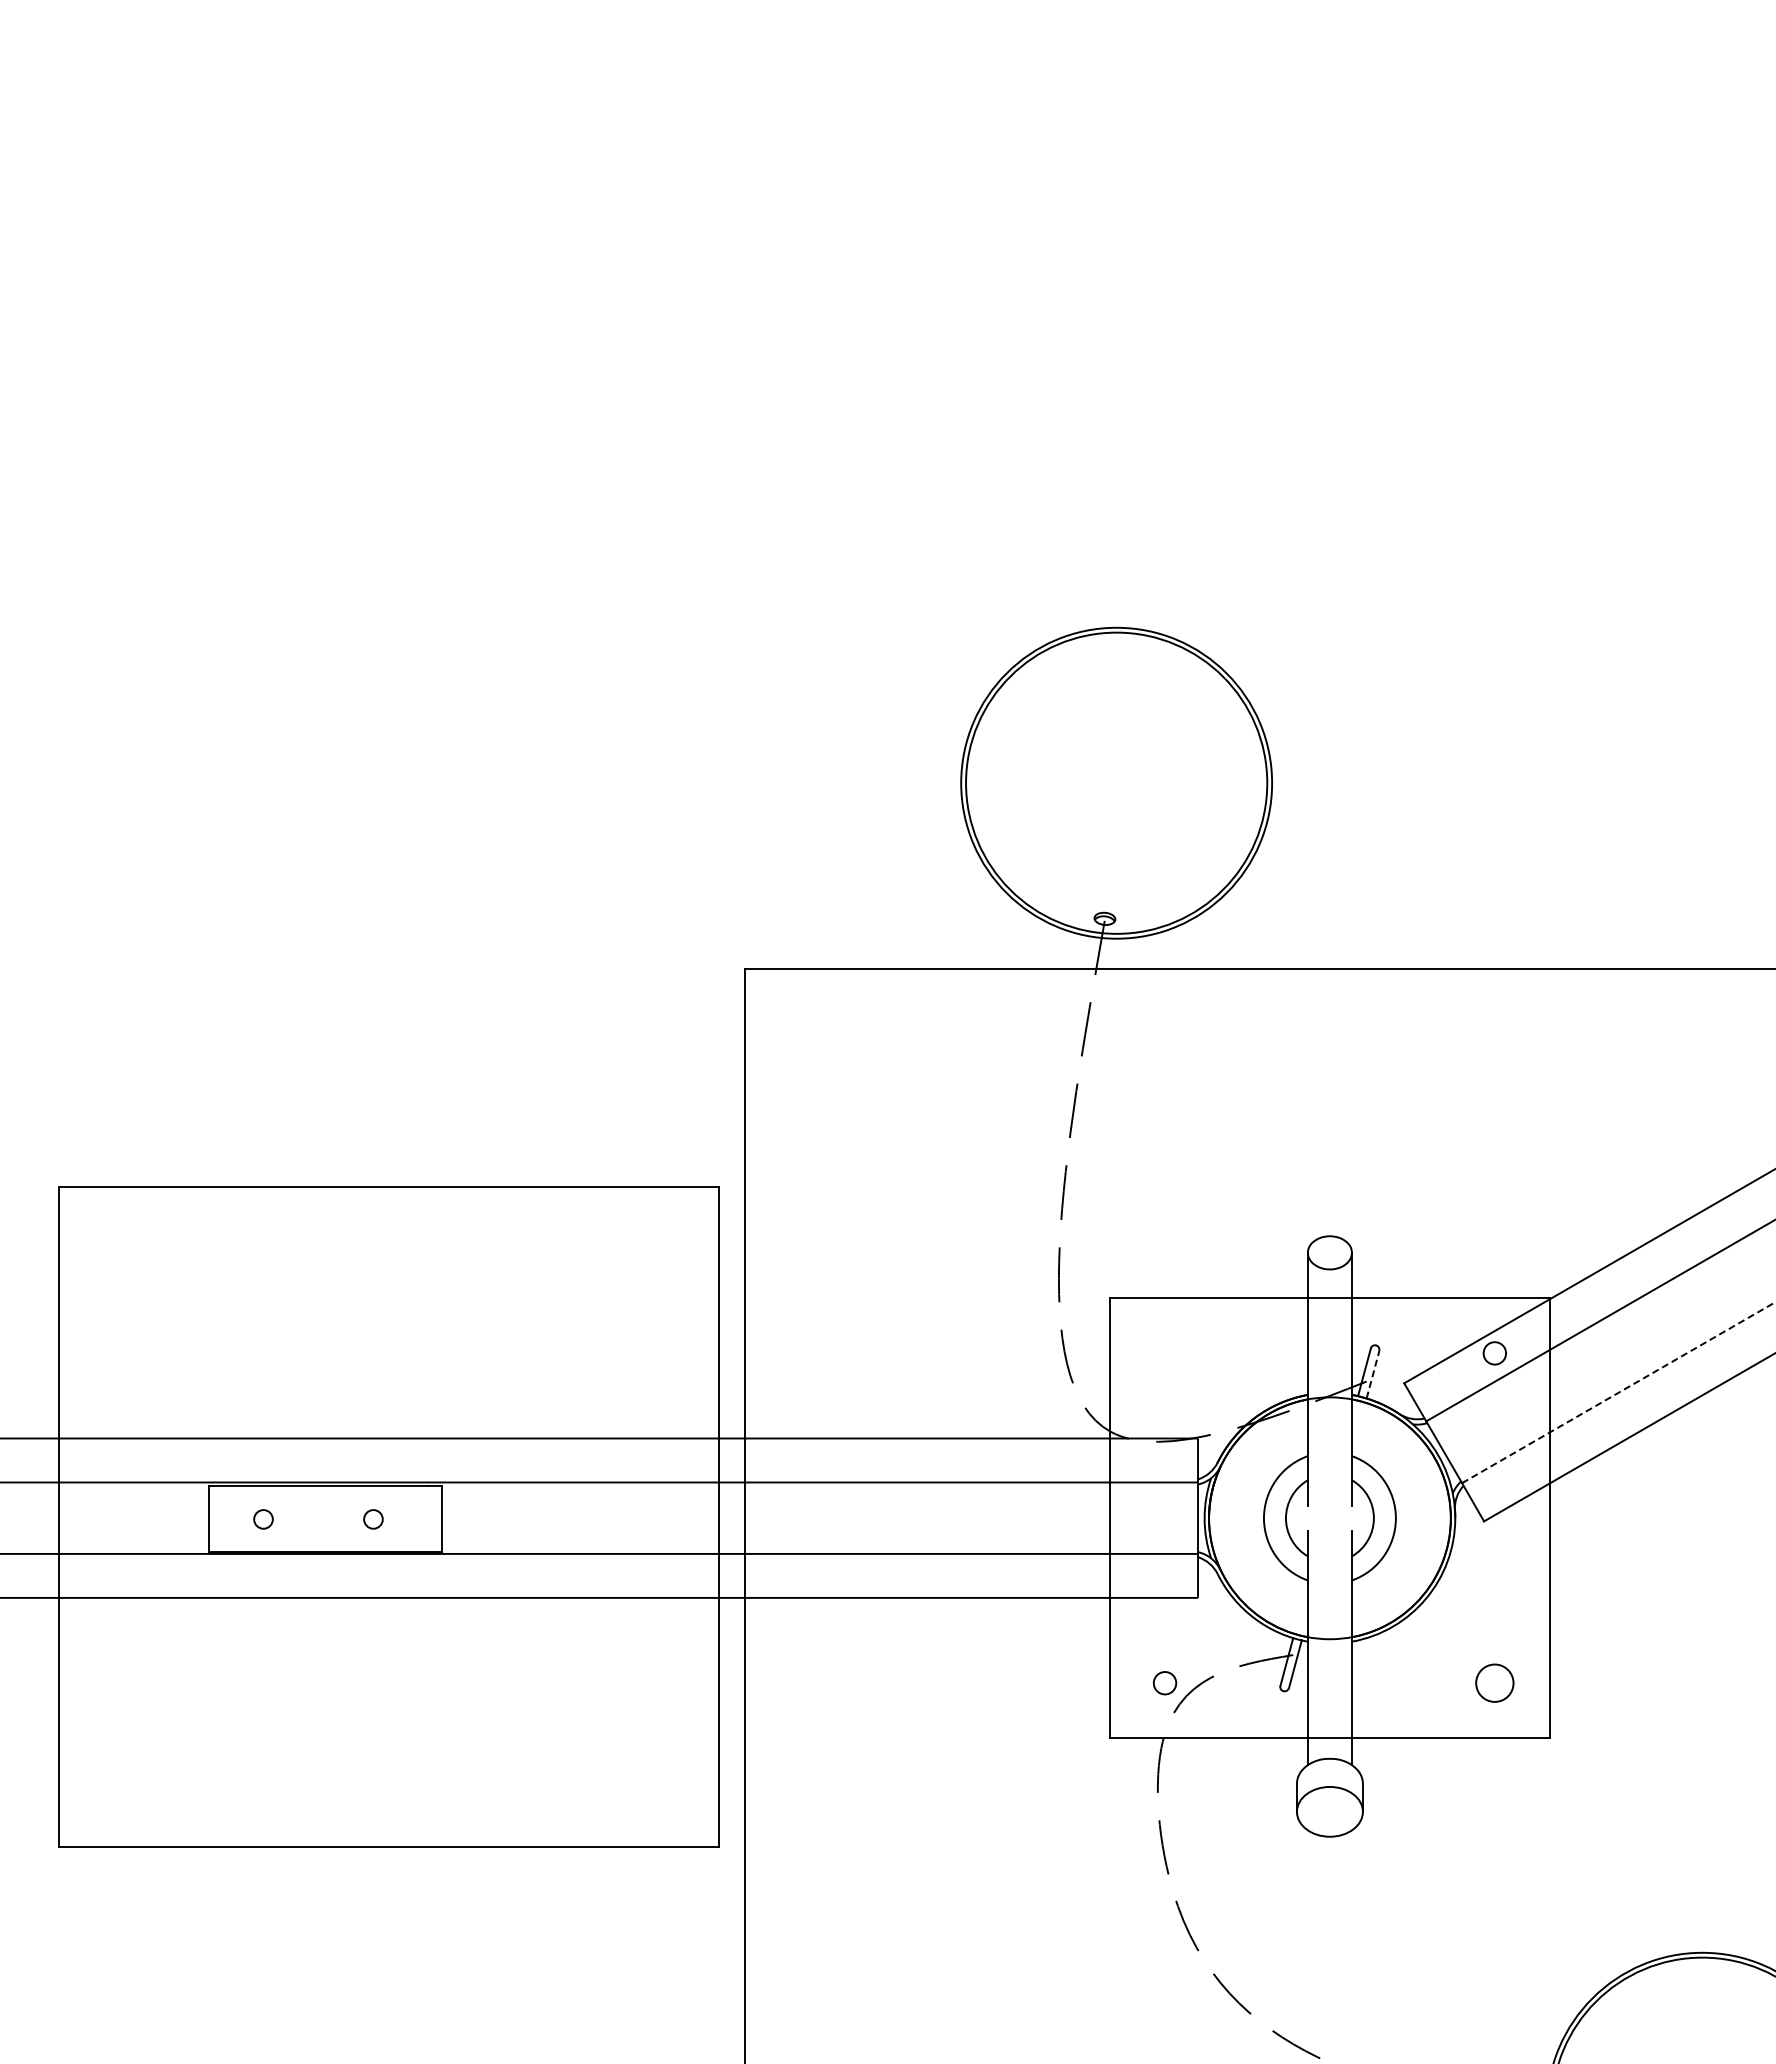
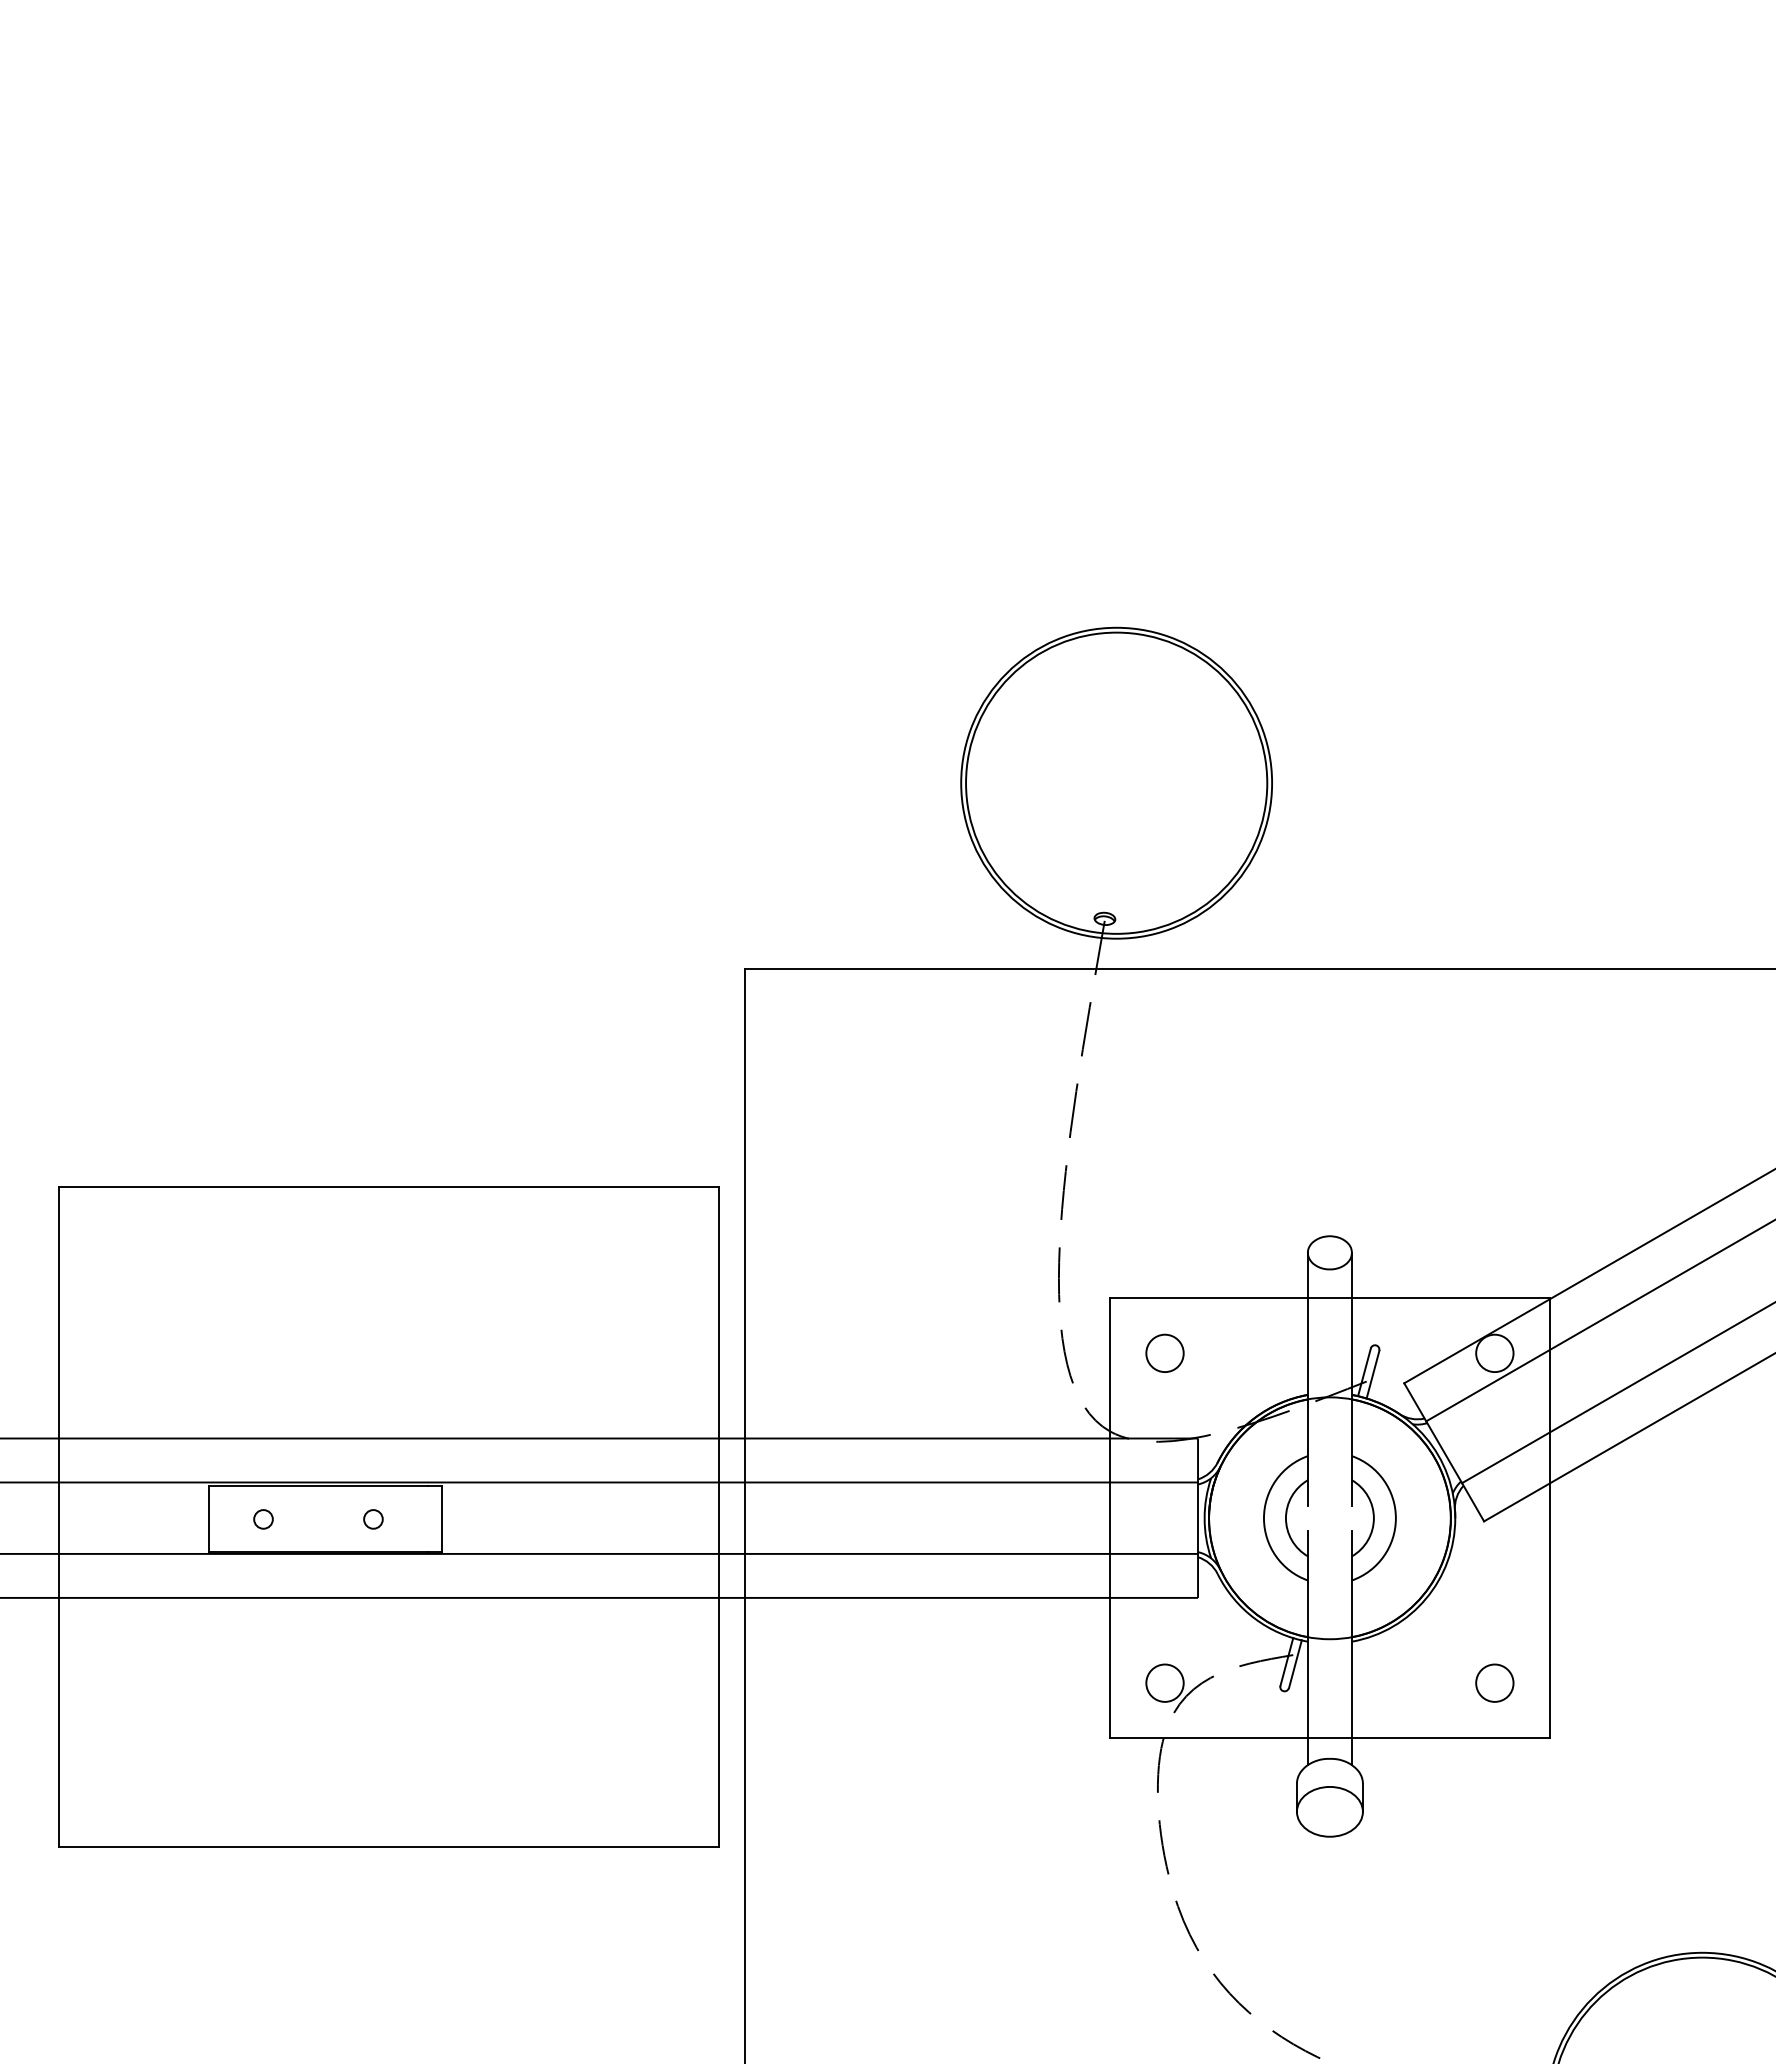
circle at (1164, 1352): none -> present
circle at (1494, 1353) diameter: 22 px -> 37 px
line at (1373, 1374): dashed -> solid
line at (1618, 1392): dashed -> solid
circle at (1164, 1683) diameter: 22 px -> 37 px
